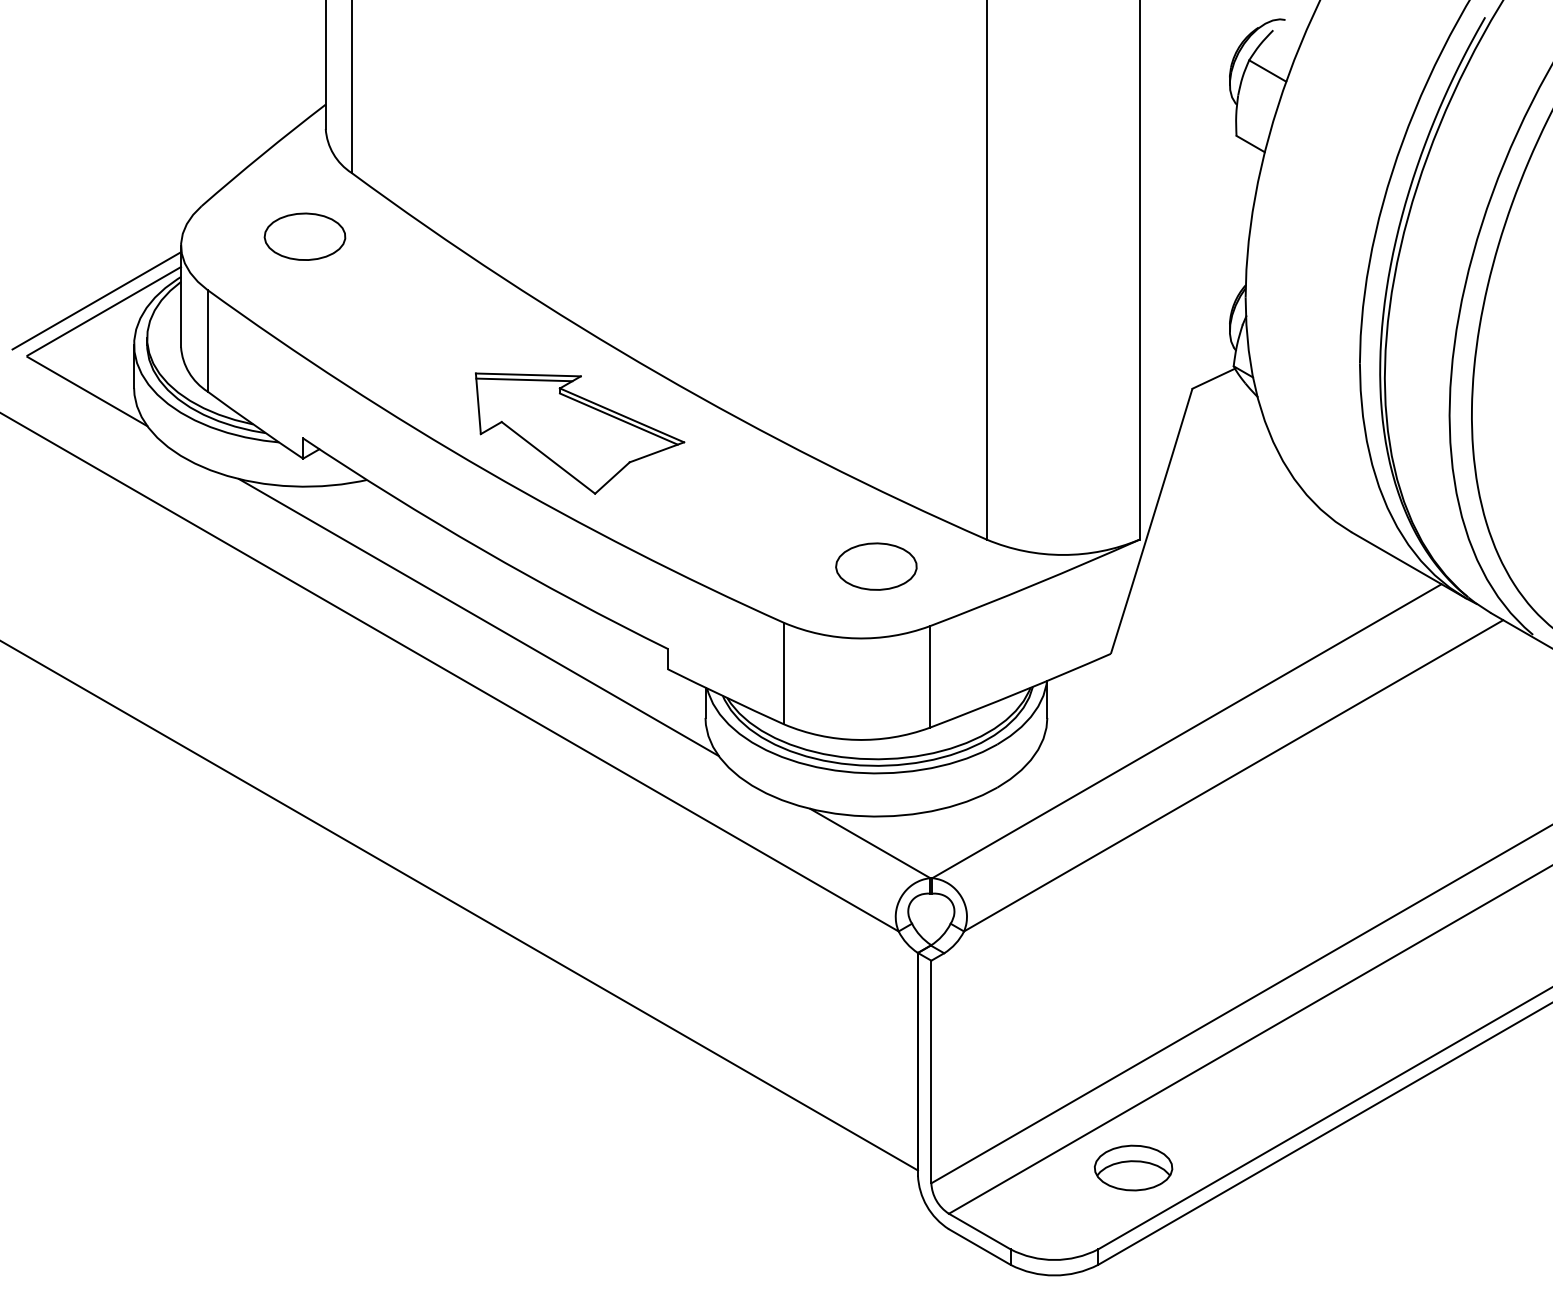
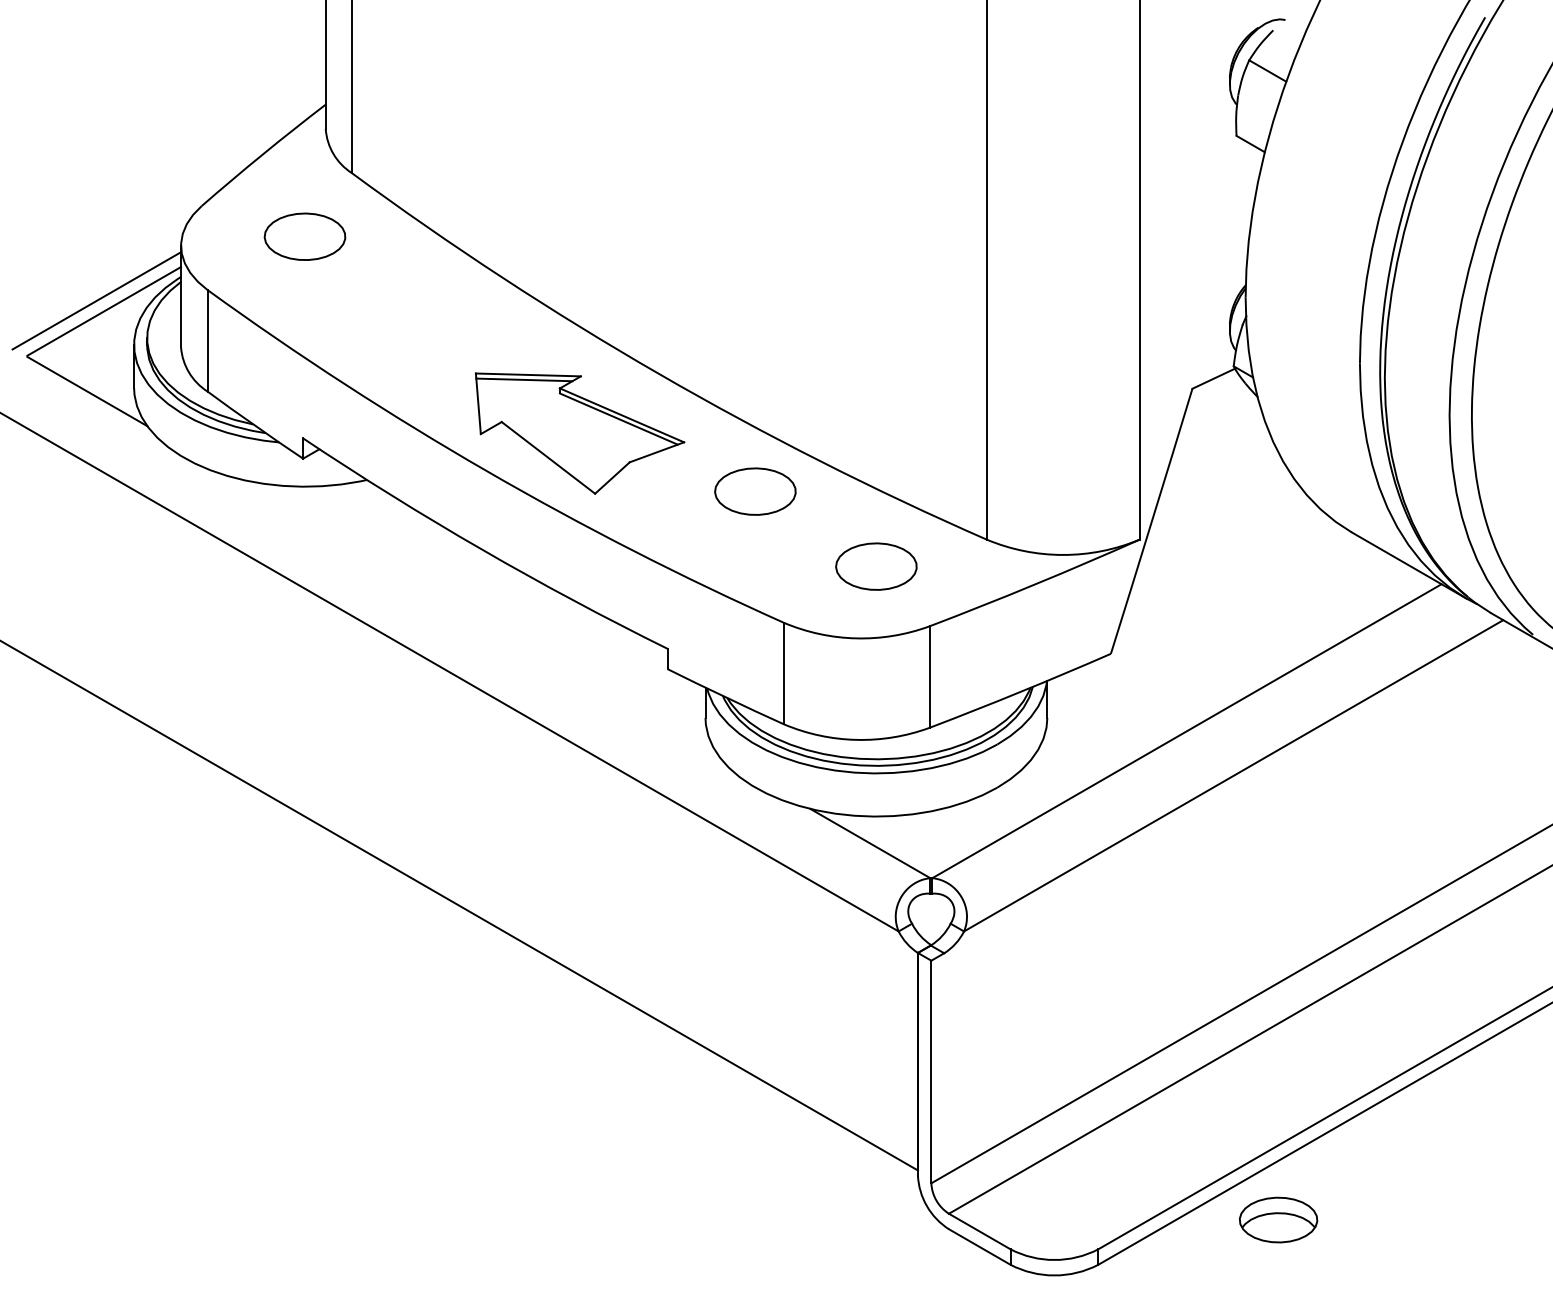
part at (755, 491): none -> present
line at (478, 617): present -> none
part at (1133, 1167) position: (1133, 1167) -> (1278, 1219)
